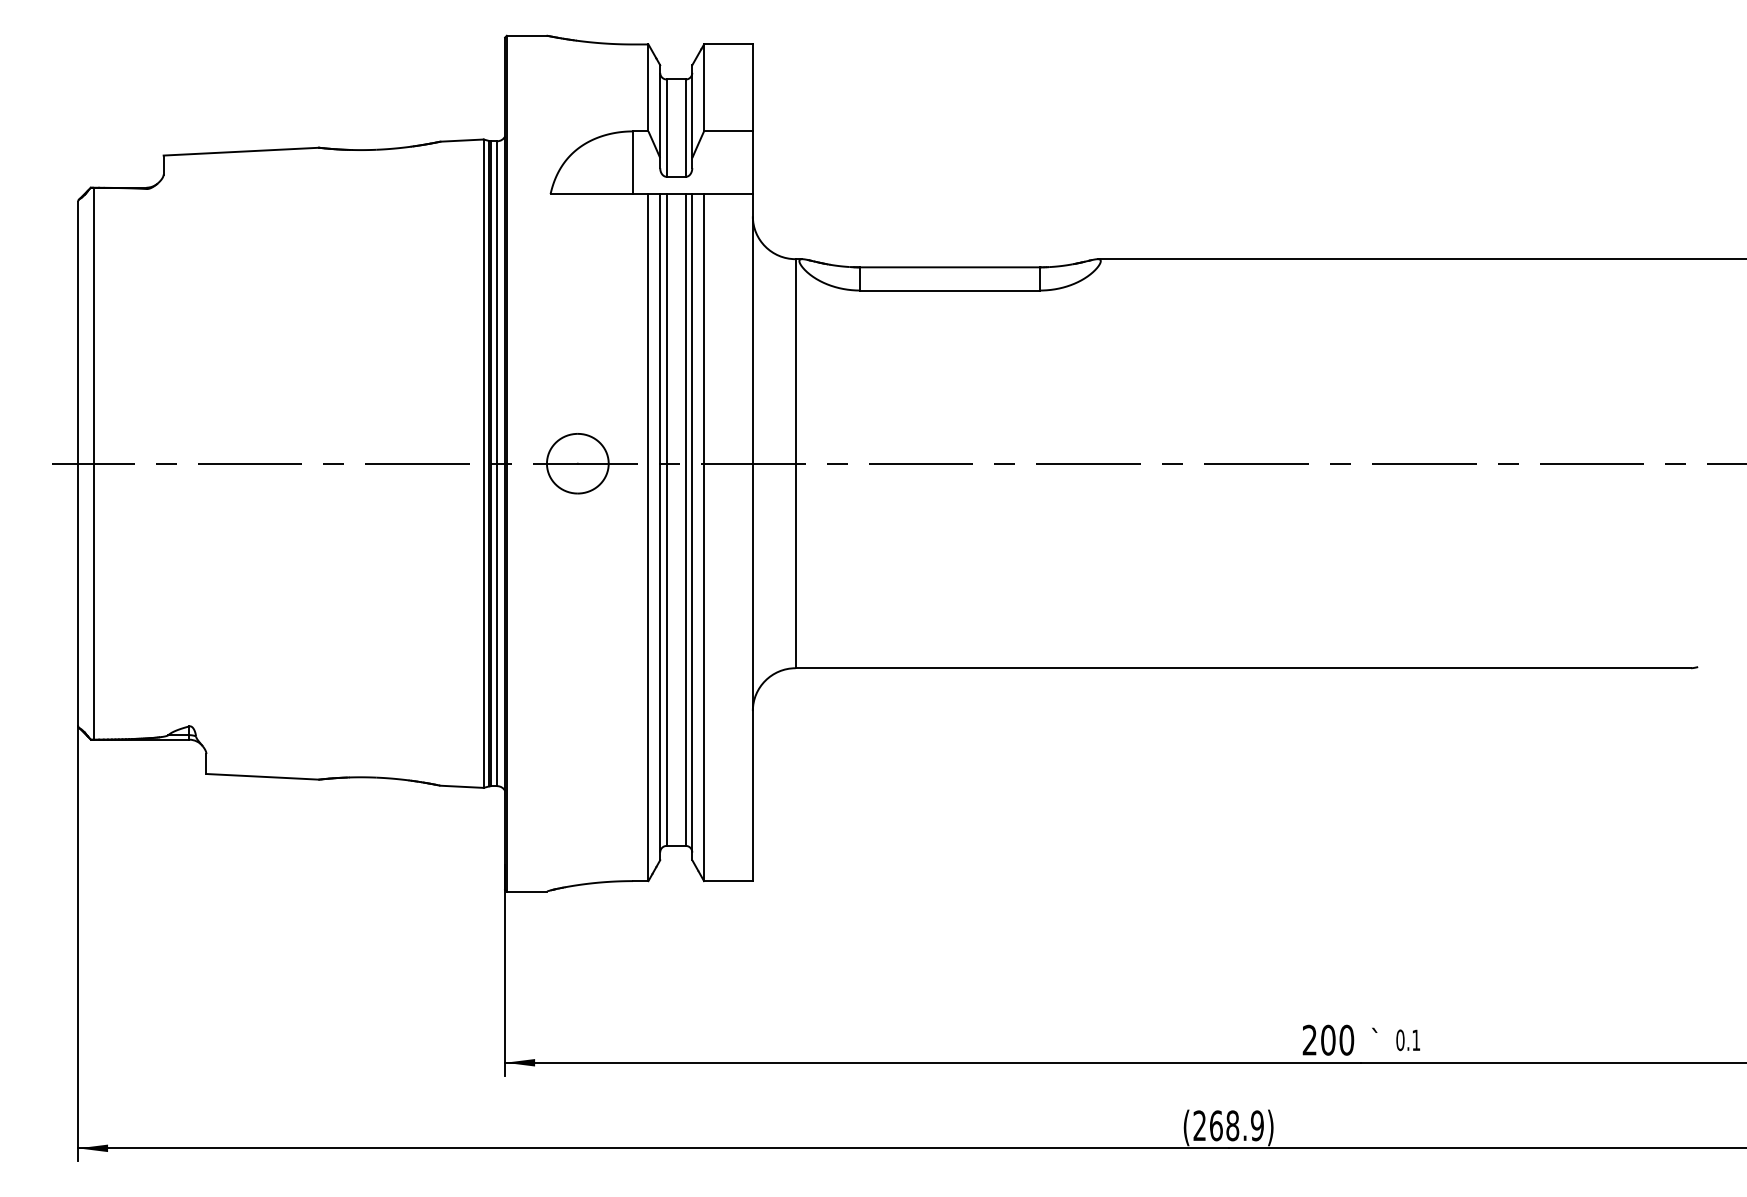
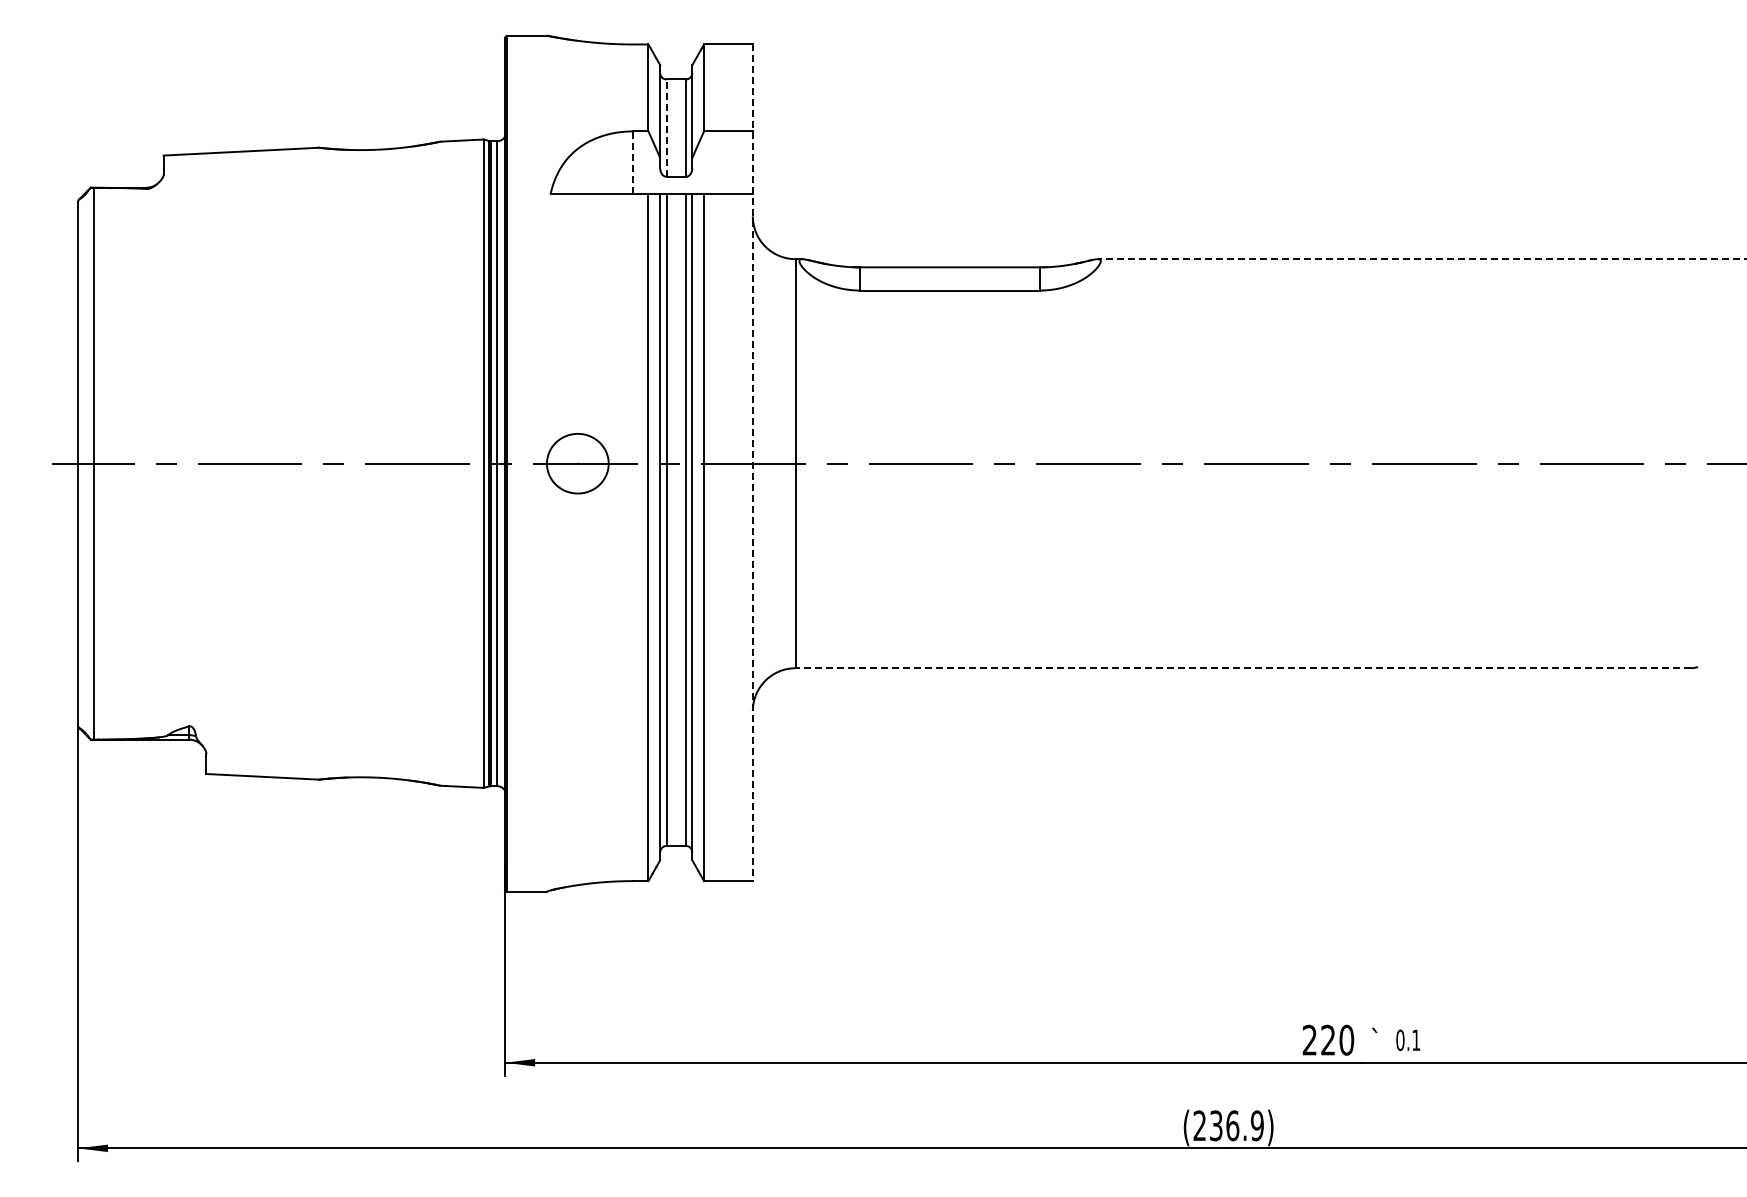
line at (666, 128): solid -> dashed
line at (633, 162): solid -> dashed
line at (1421, 259): solid -> dashed
line at (752, 463): solid -> dashed
line at (1243, 668): solid -> dashed
text at (1328, 1039): 200 -> 220
text at (1224, 1125): (268.9) -> (236.9)
